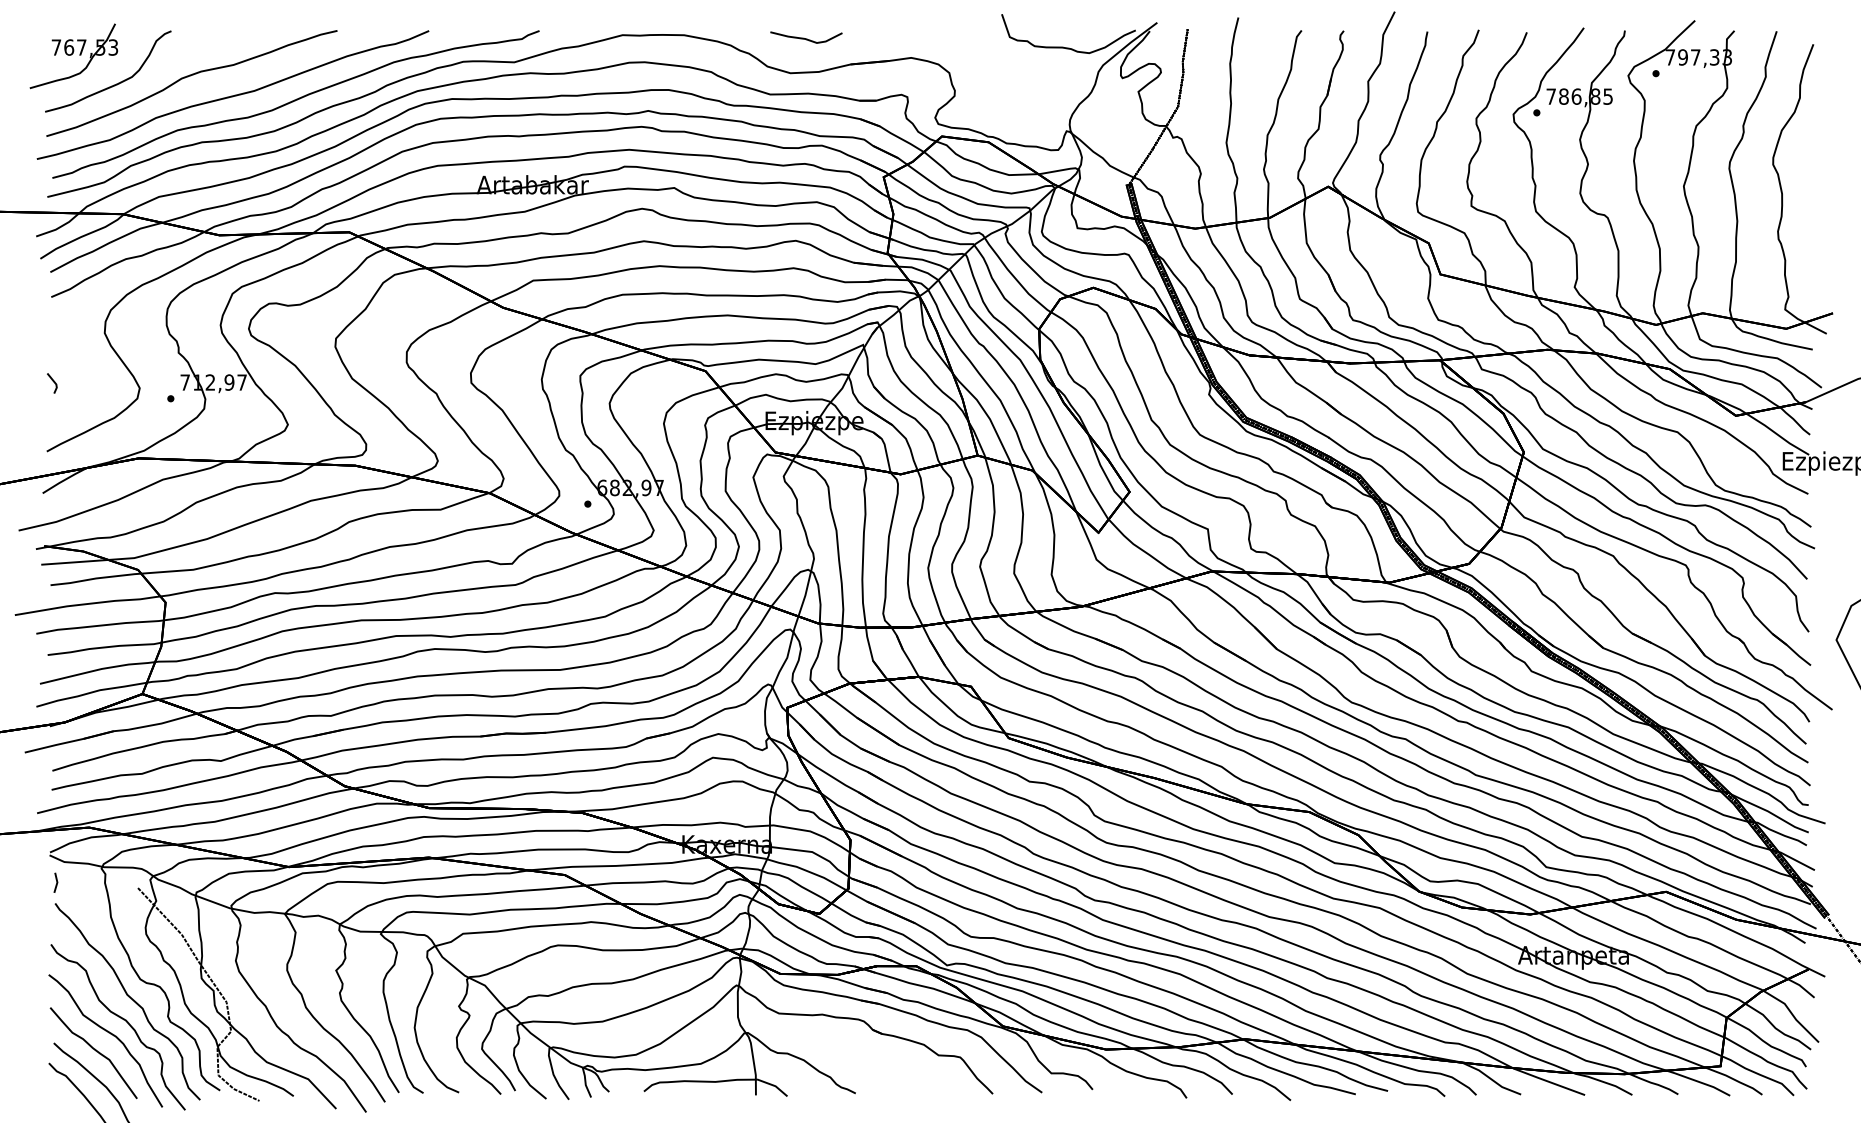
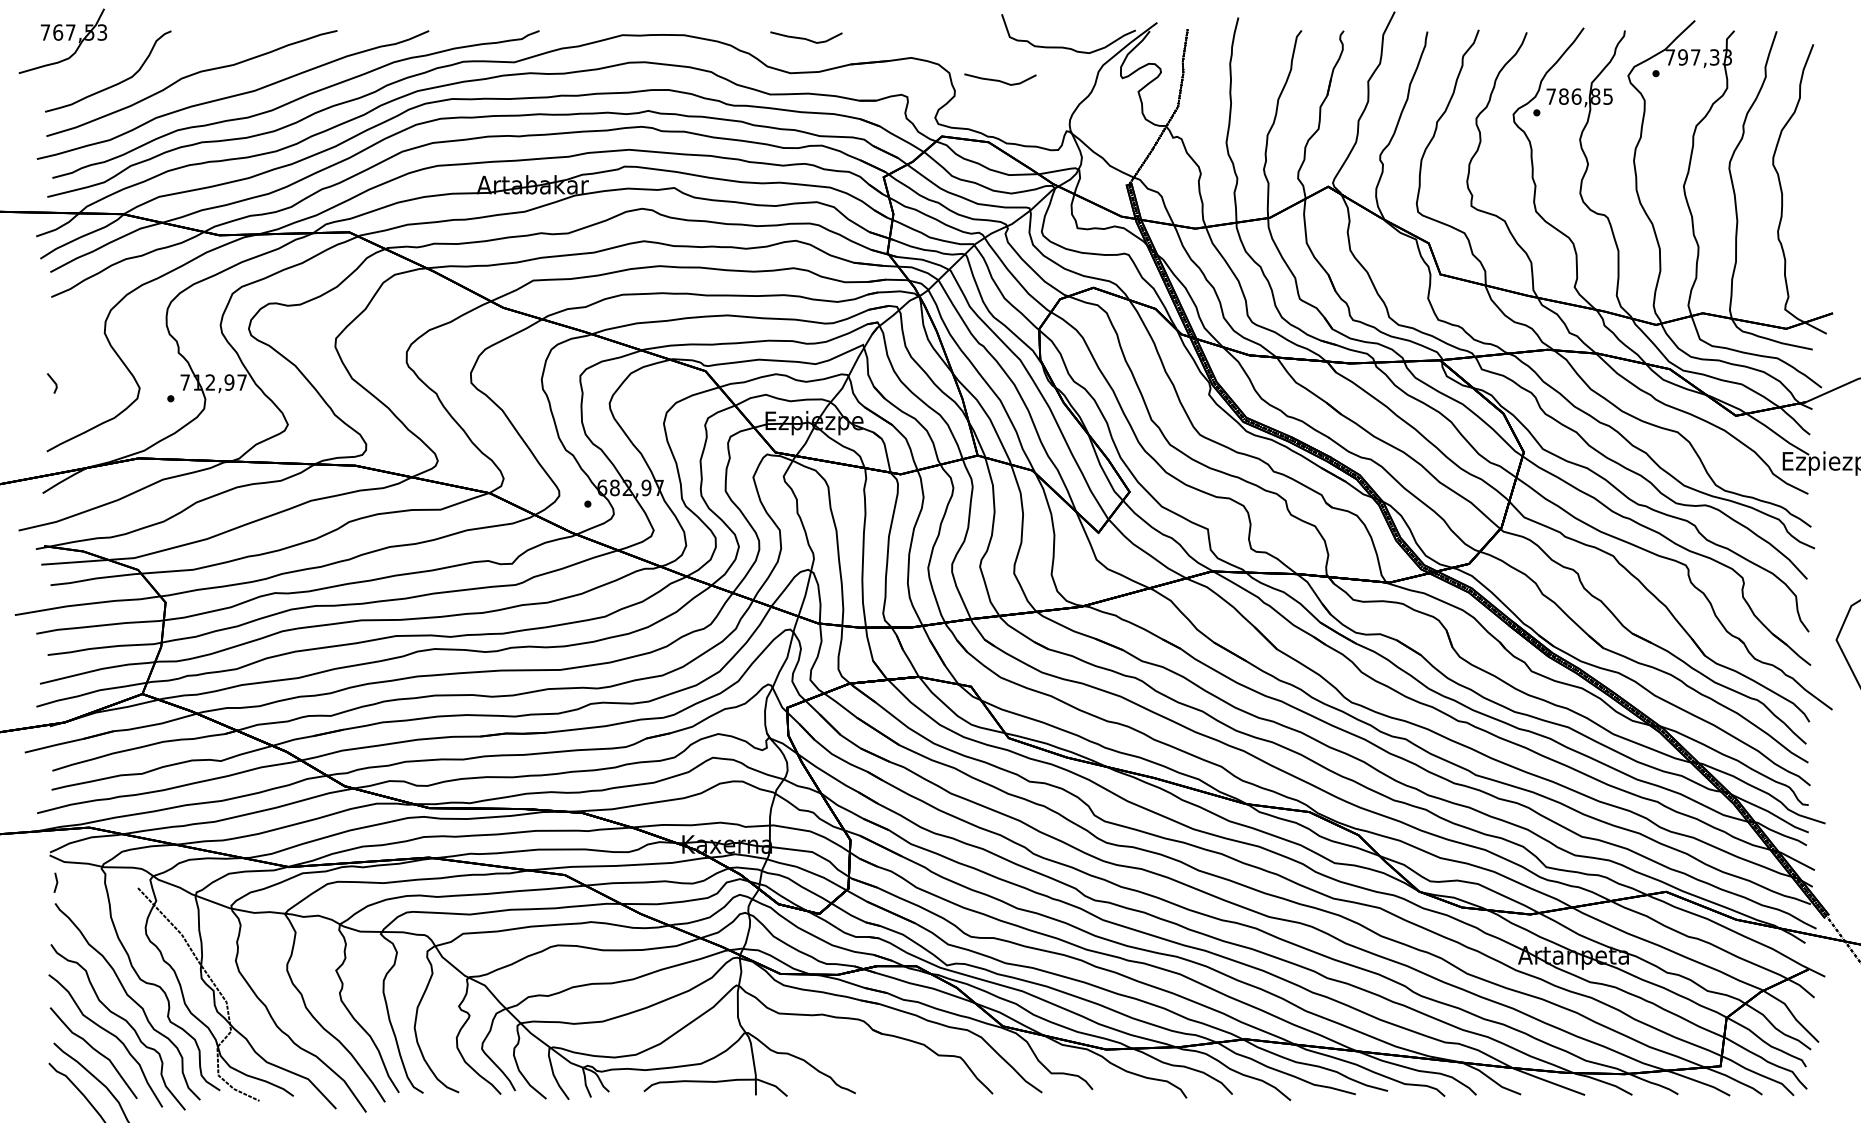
part at (73, 56) position: (73, 56) -> (62, 41)
curve at (1000, 80): none -> present
